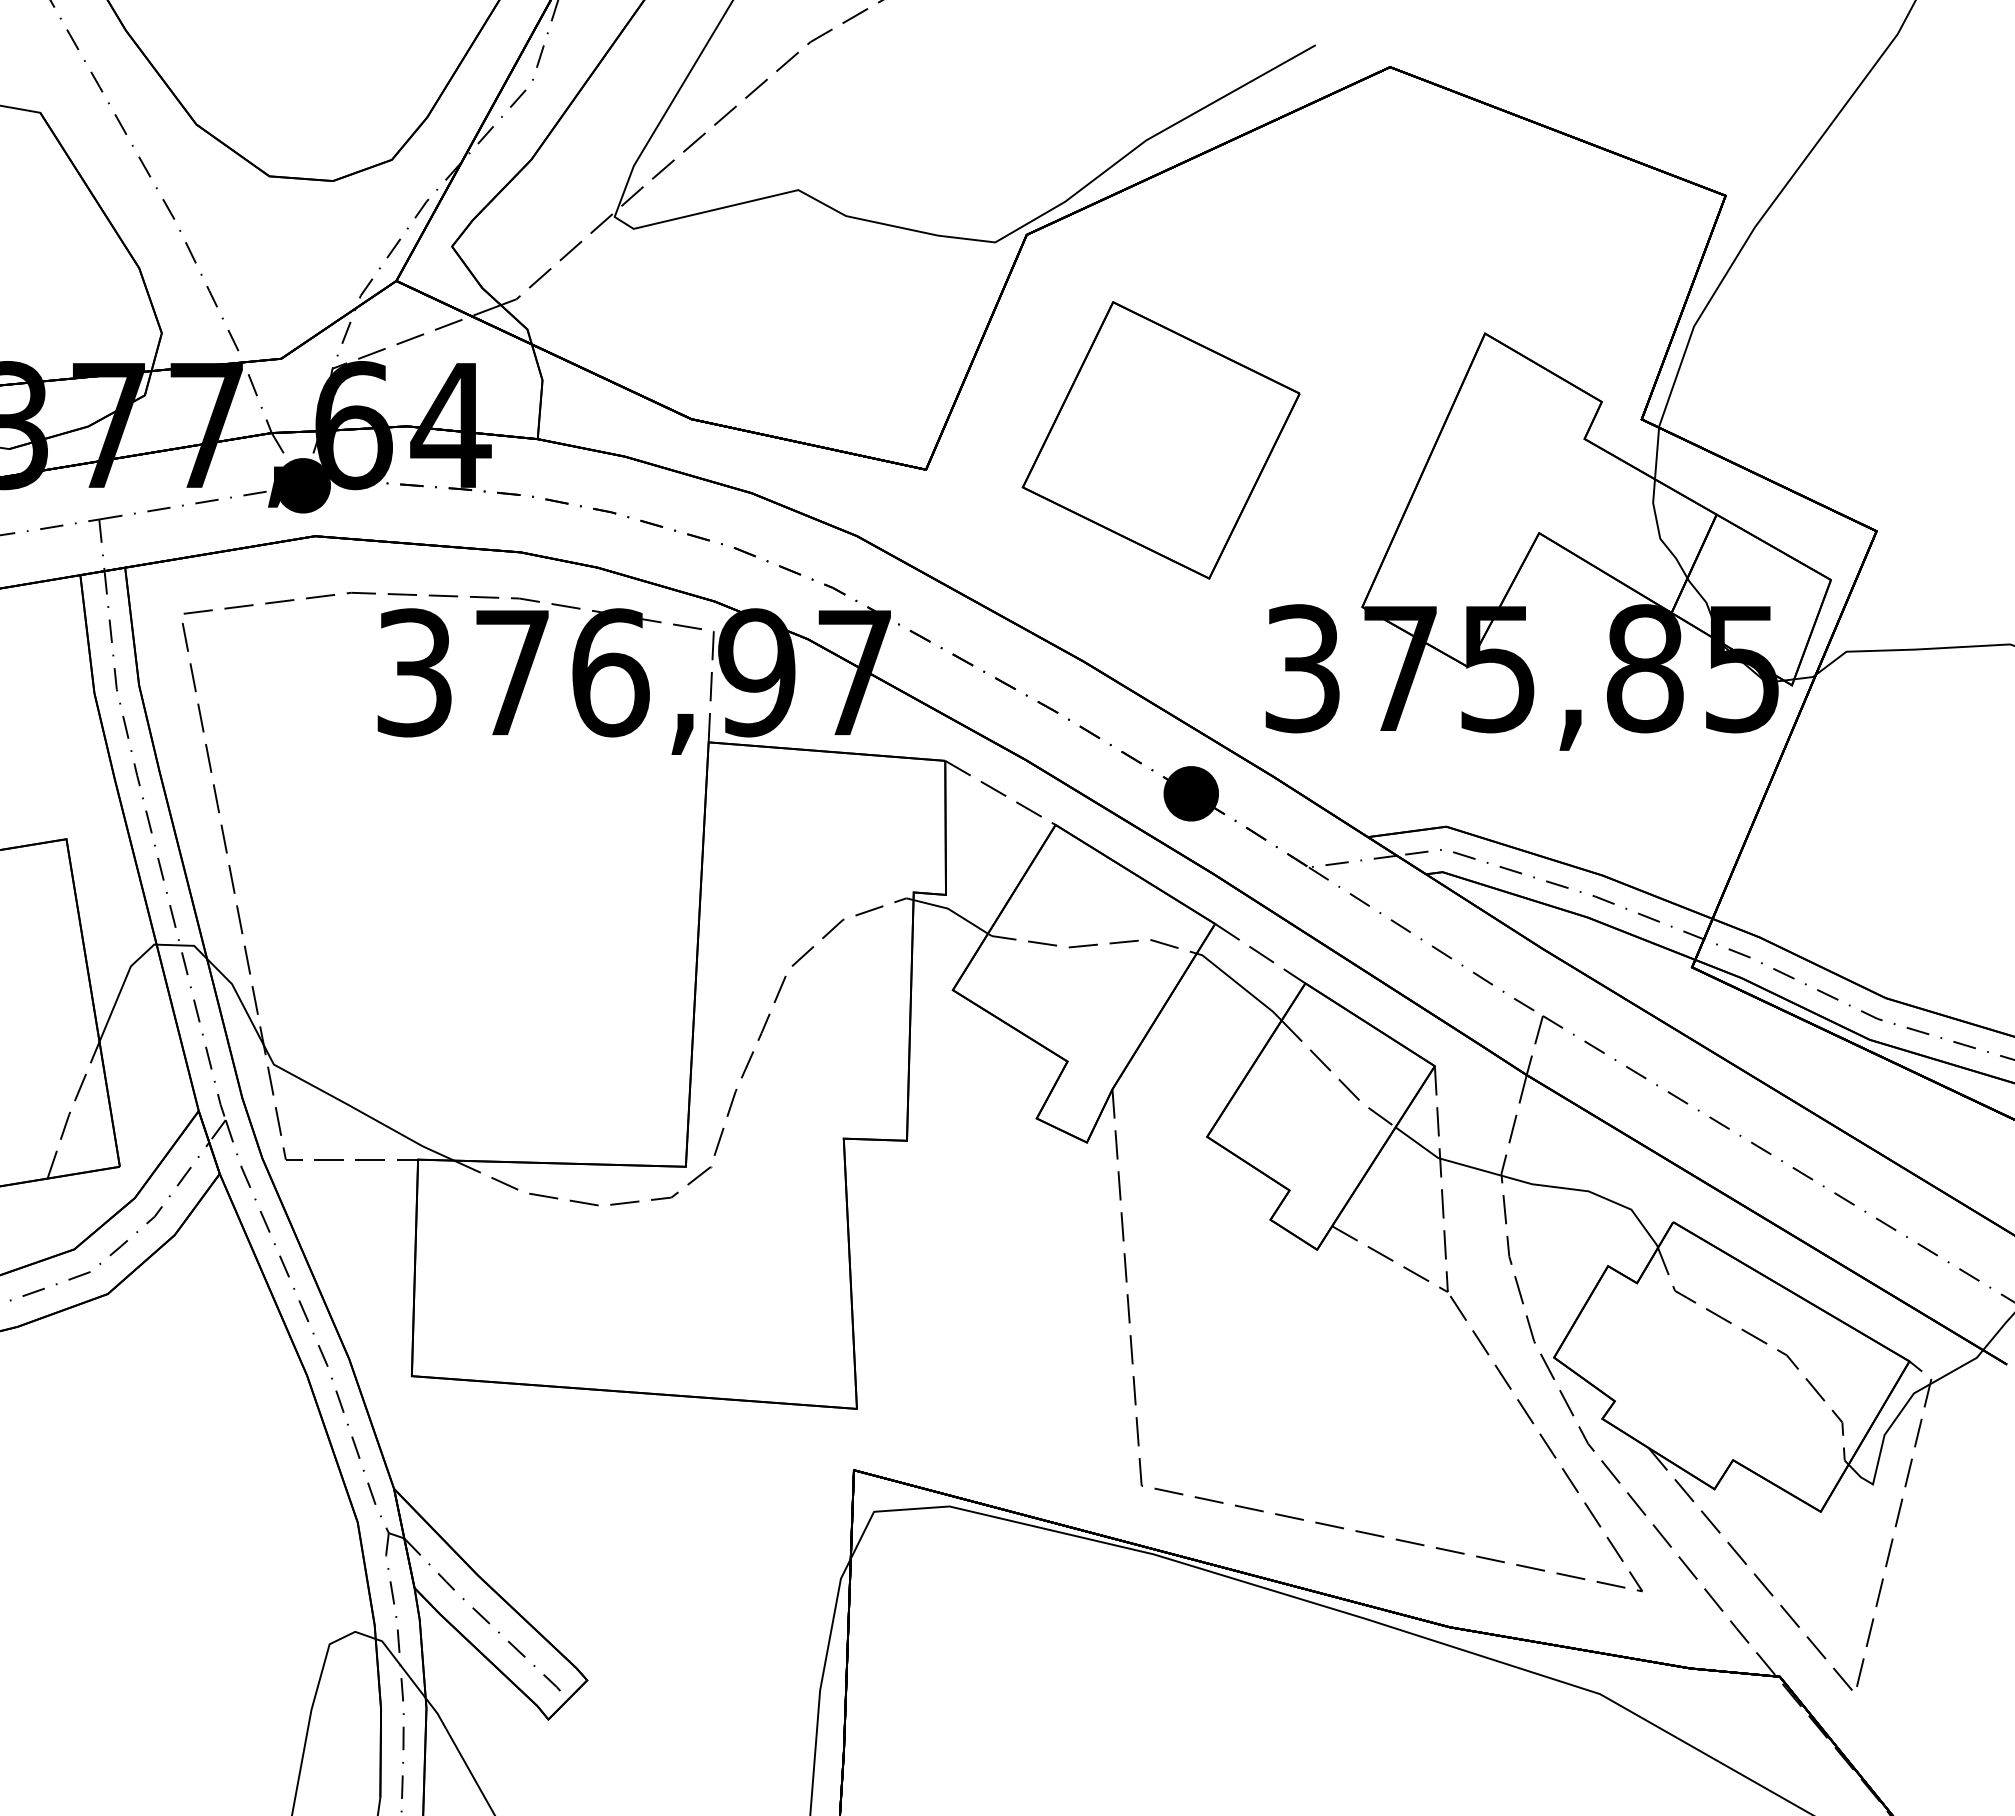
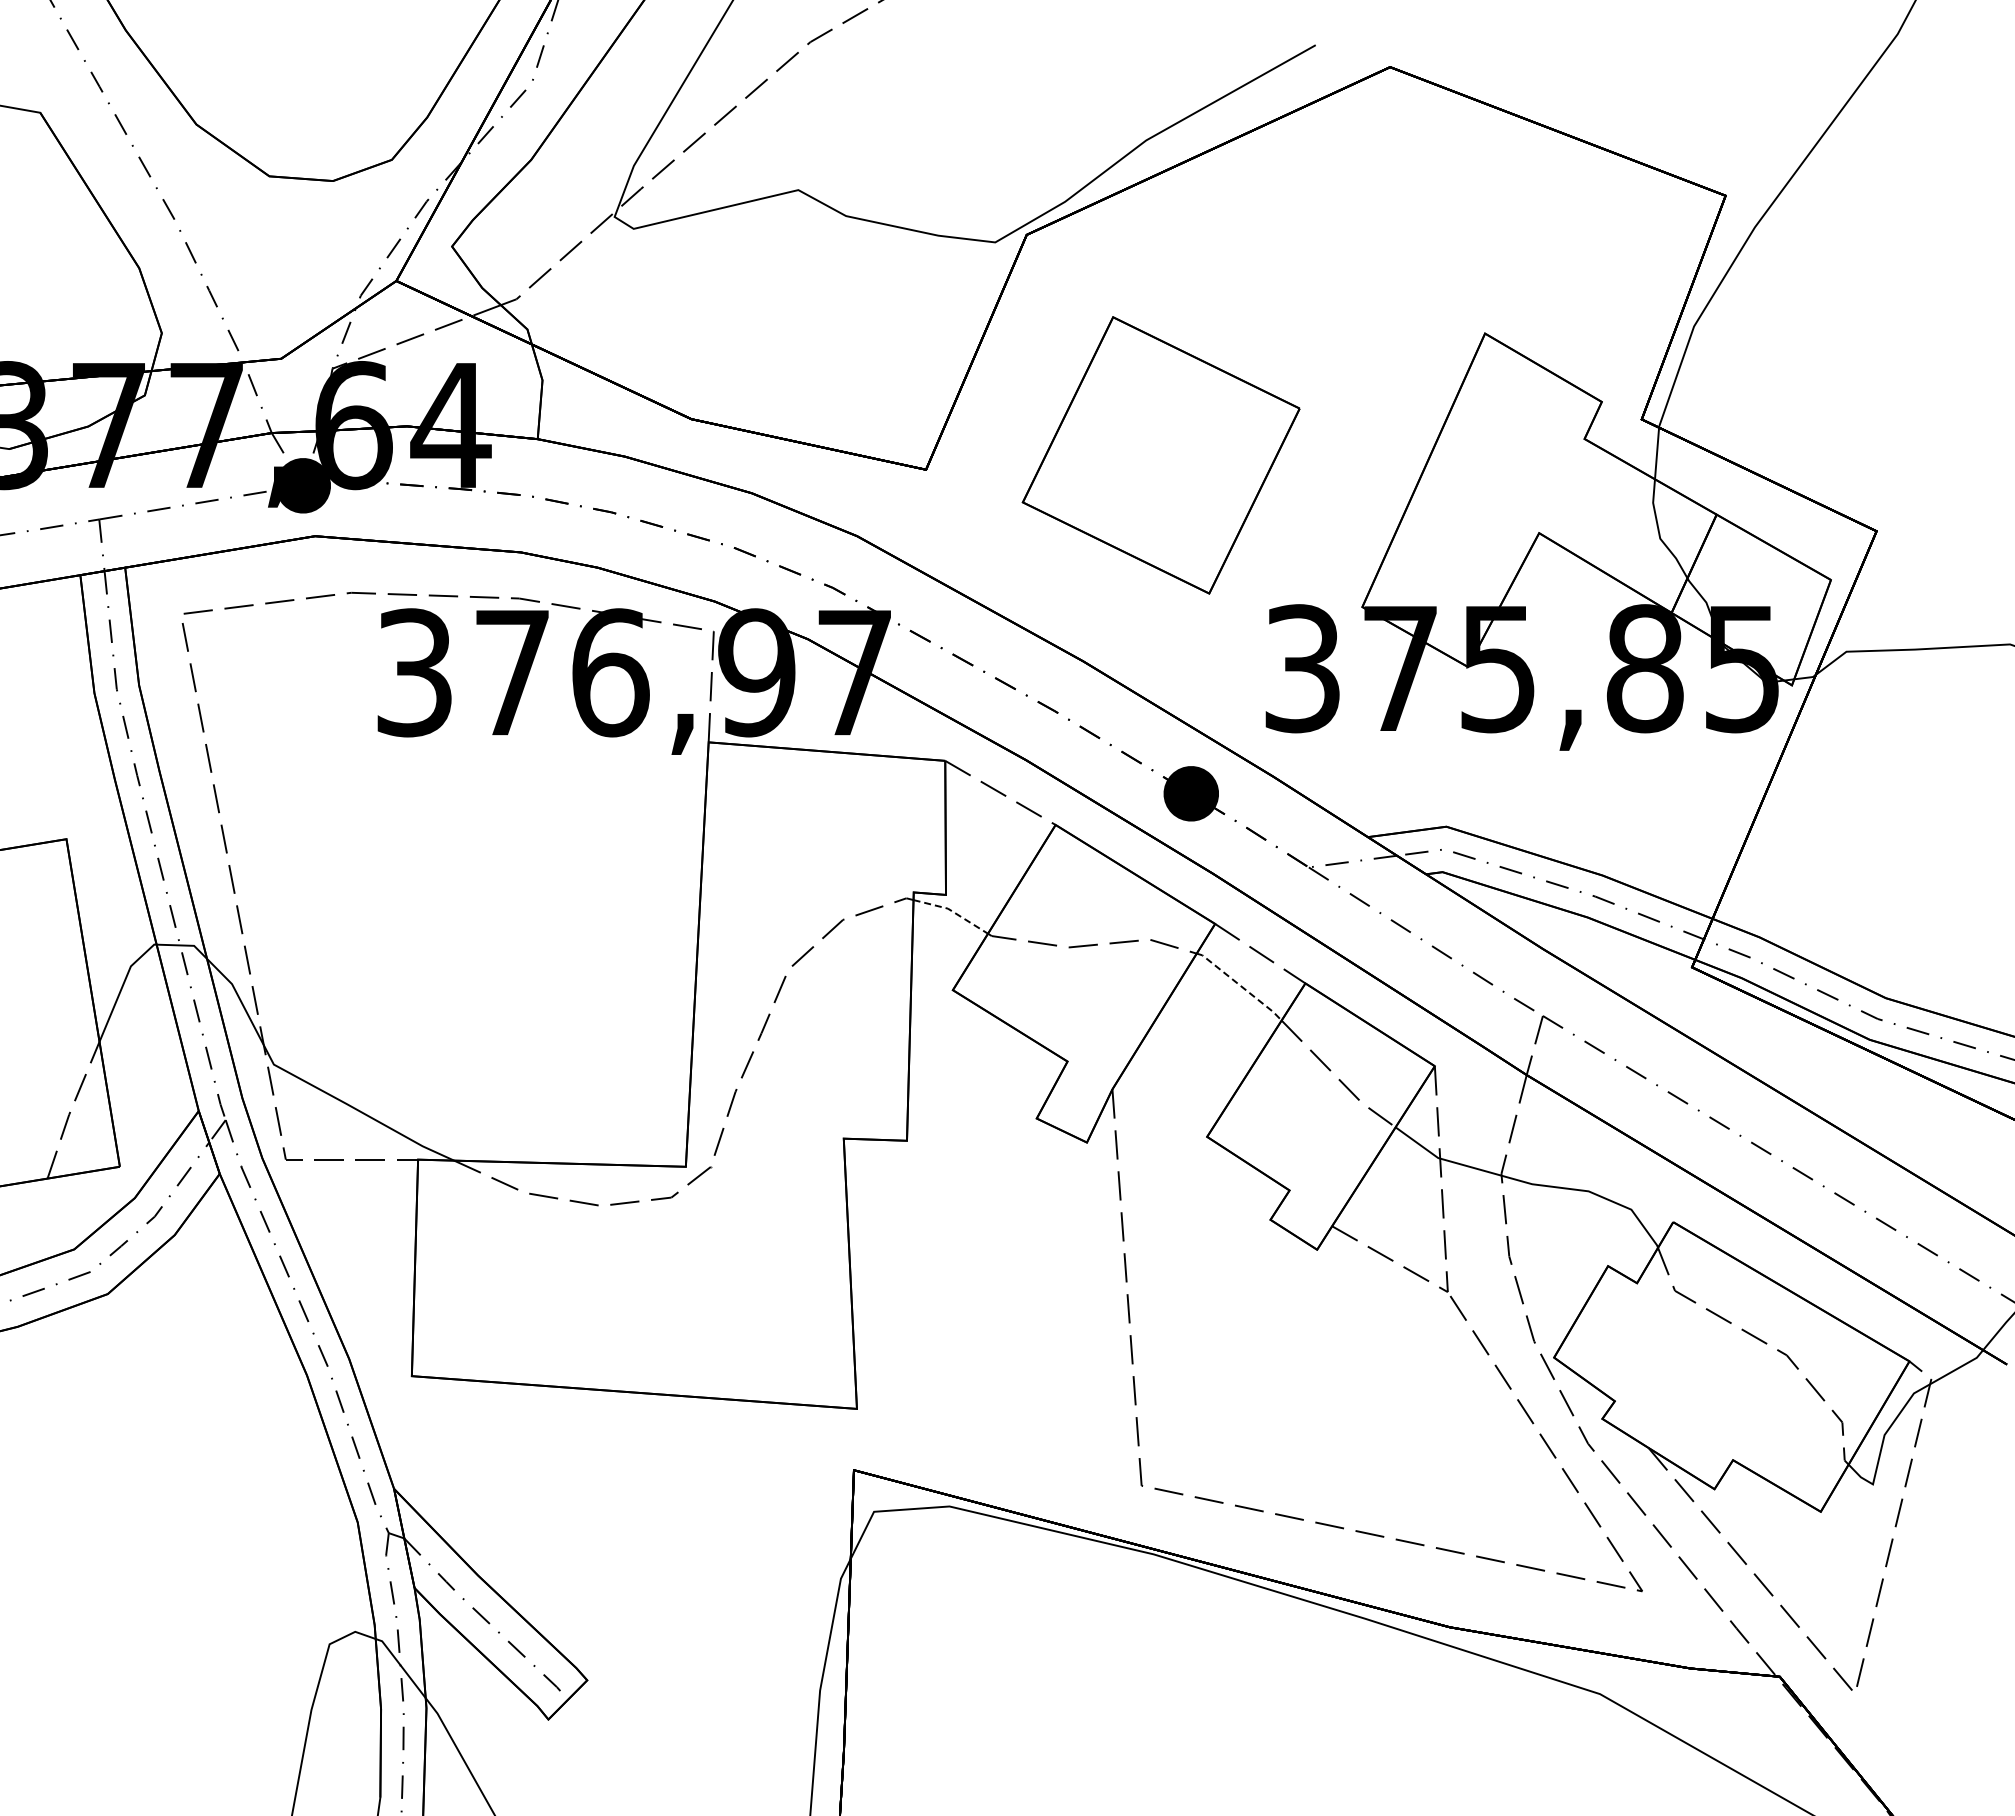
part at (1160, 440) position: (1160, 440) -> (1160, 455)
line at (952, 911): solid -> dashed
line at (1240, 985): solid -> dashed
